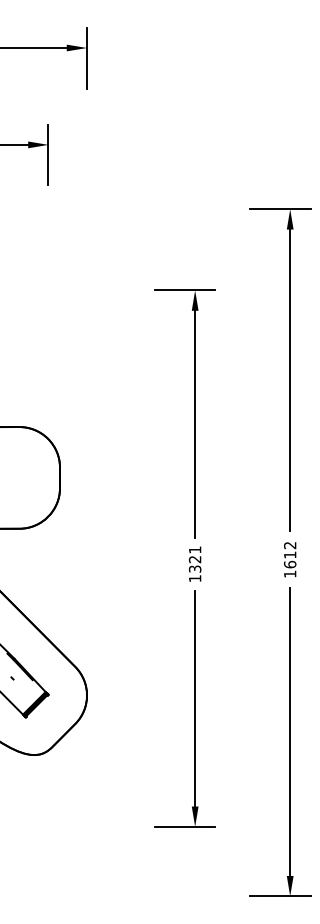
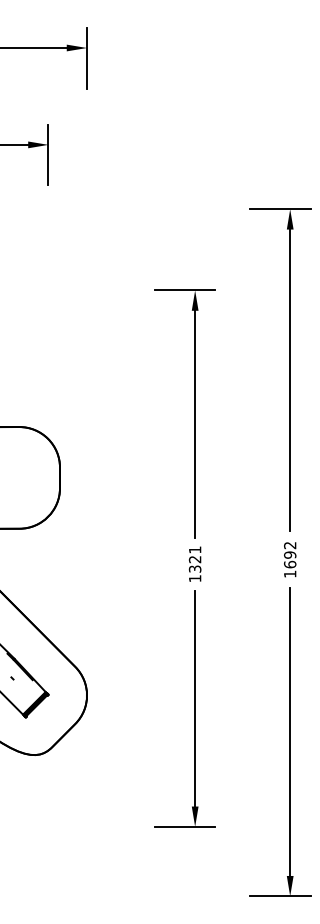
text at (290, 554): 1612 -> 1692
